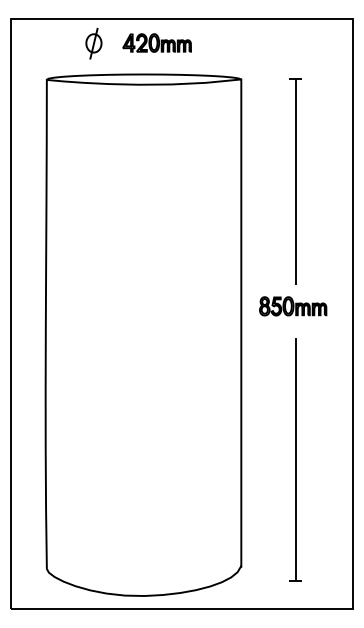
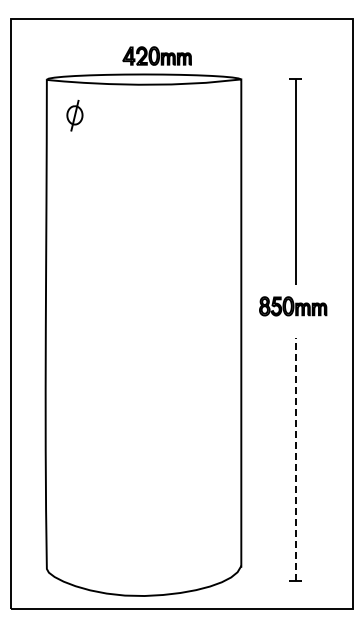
part at (156, 42) position: (156, 42) -> (156, 55)
part at (93, 43) position: (93, 43) -> (74, 115)
line at (295, 459): solid -> dashed
